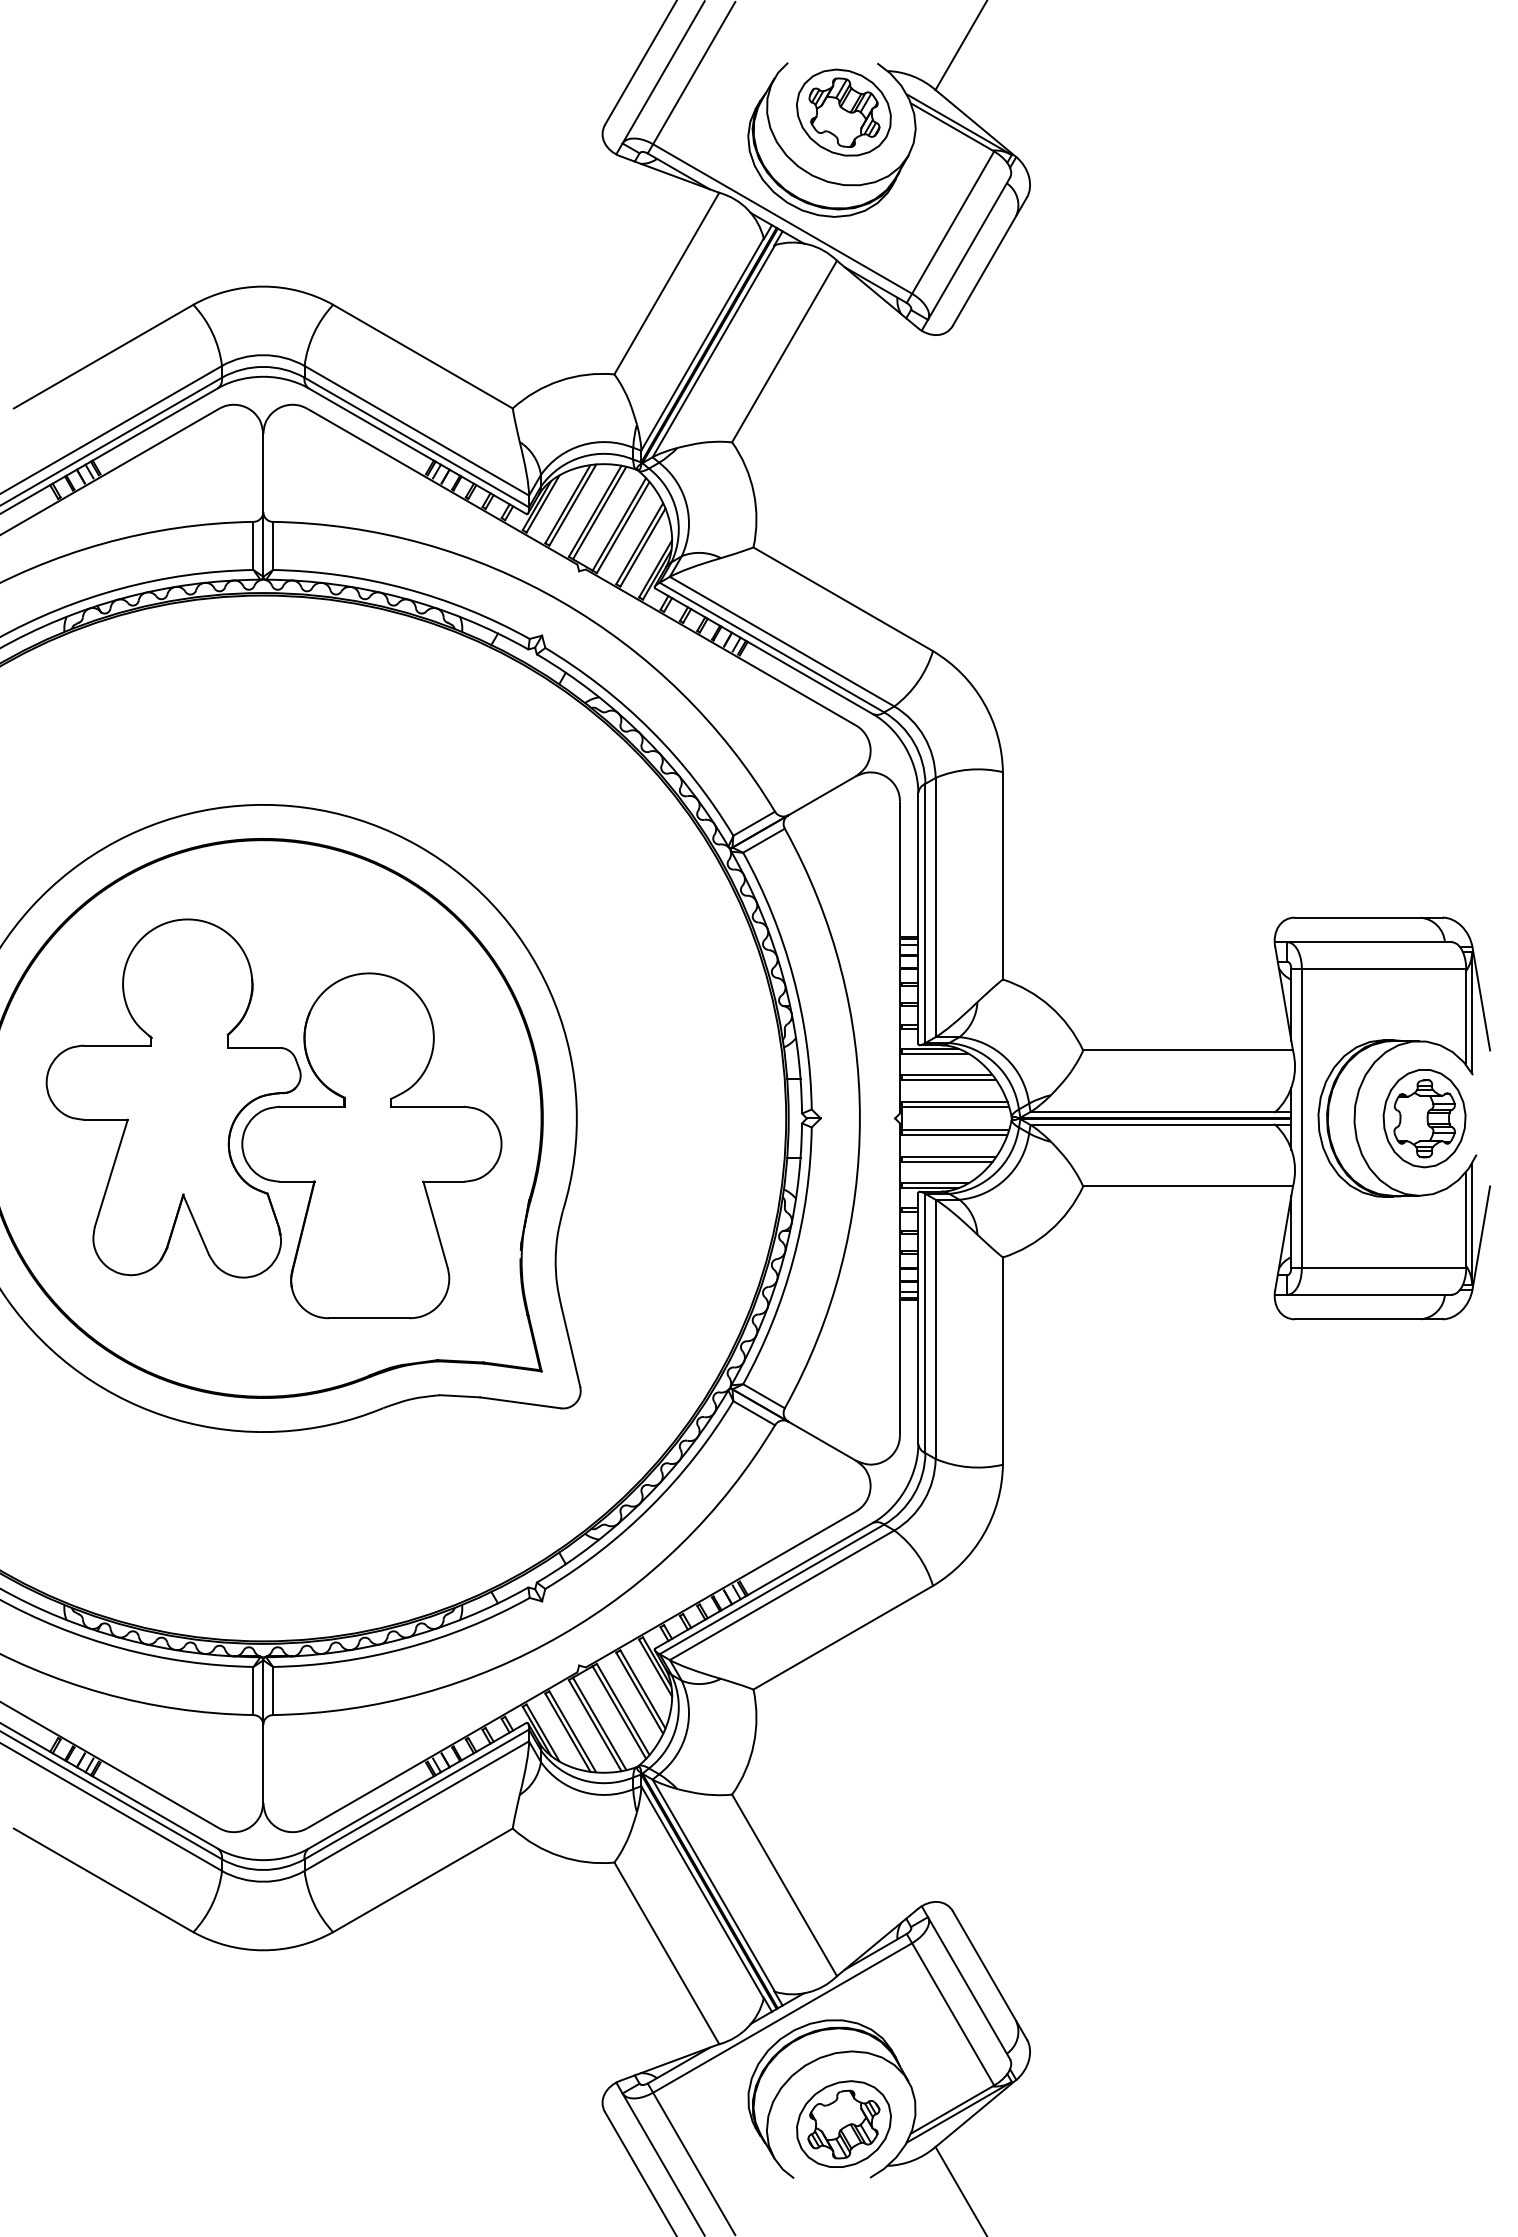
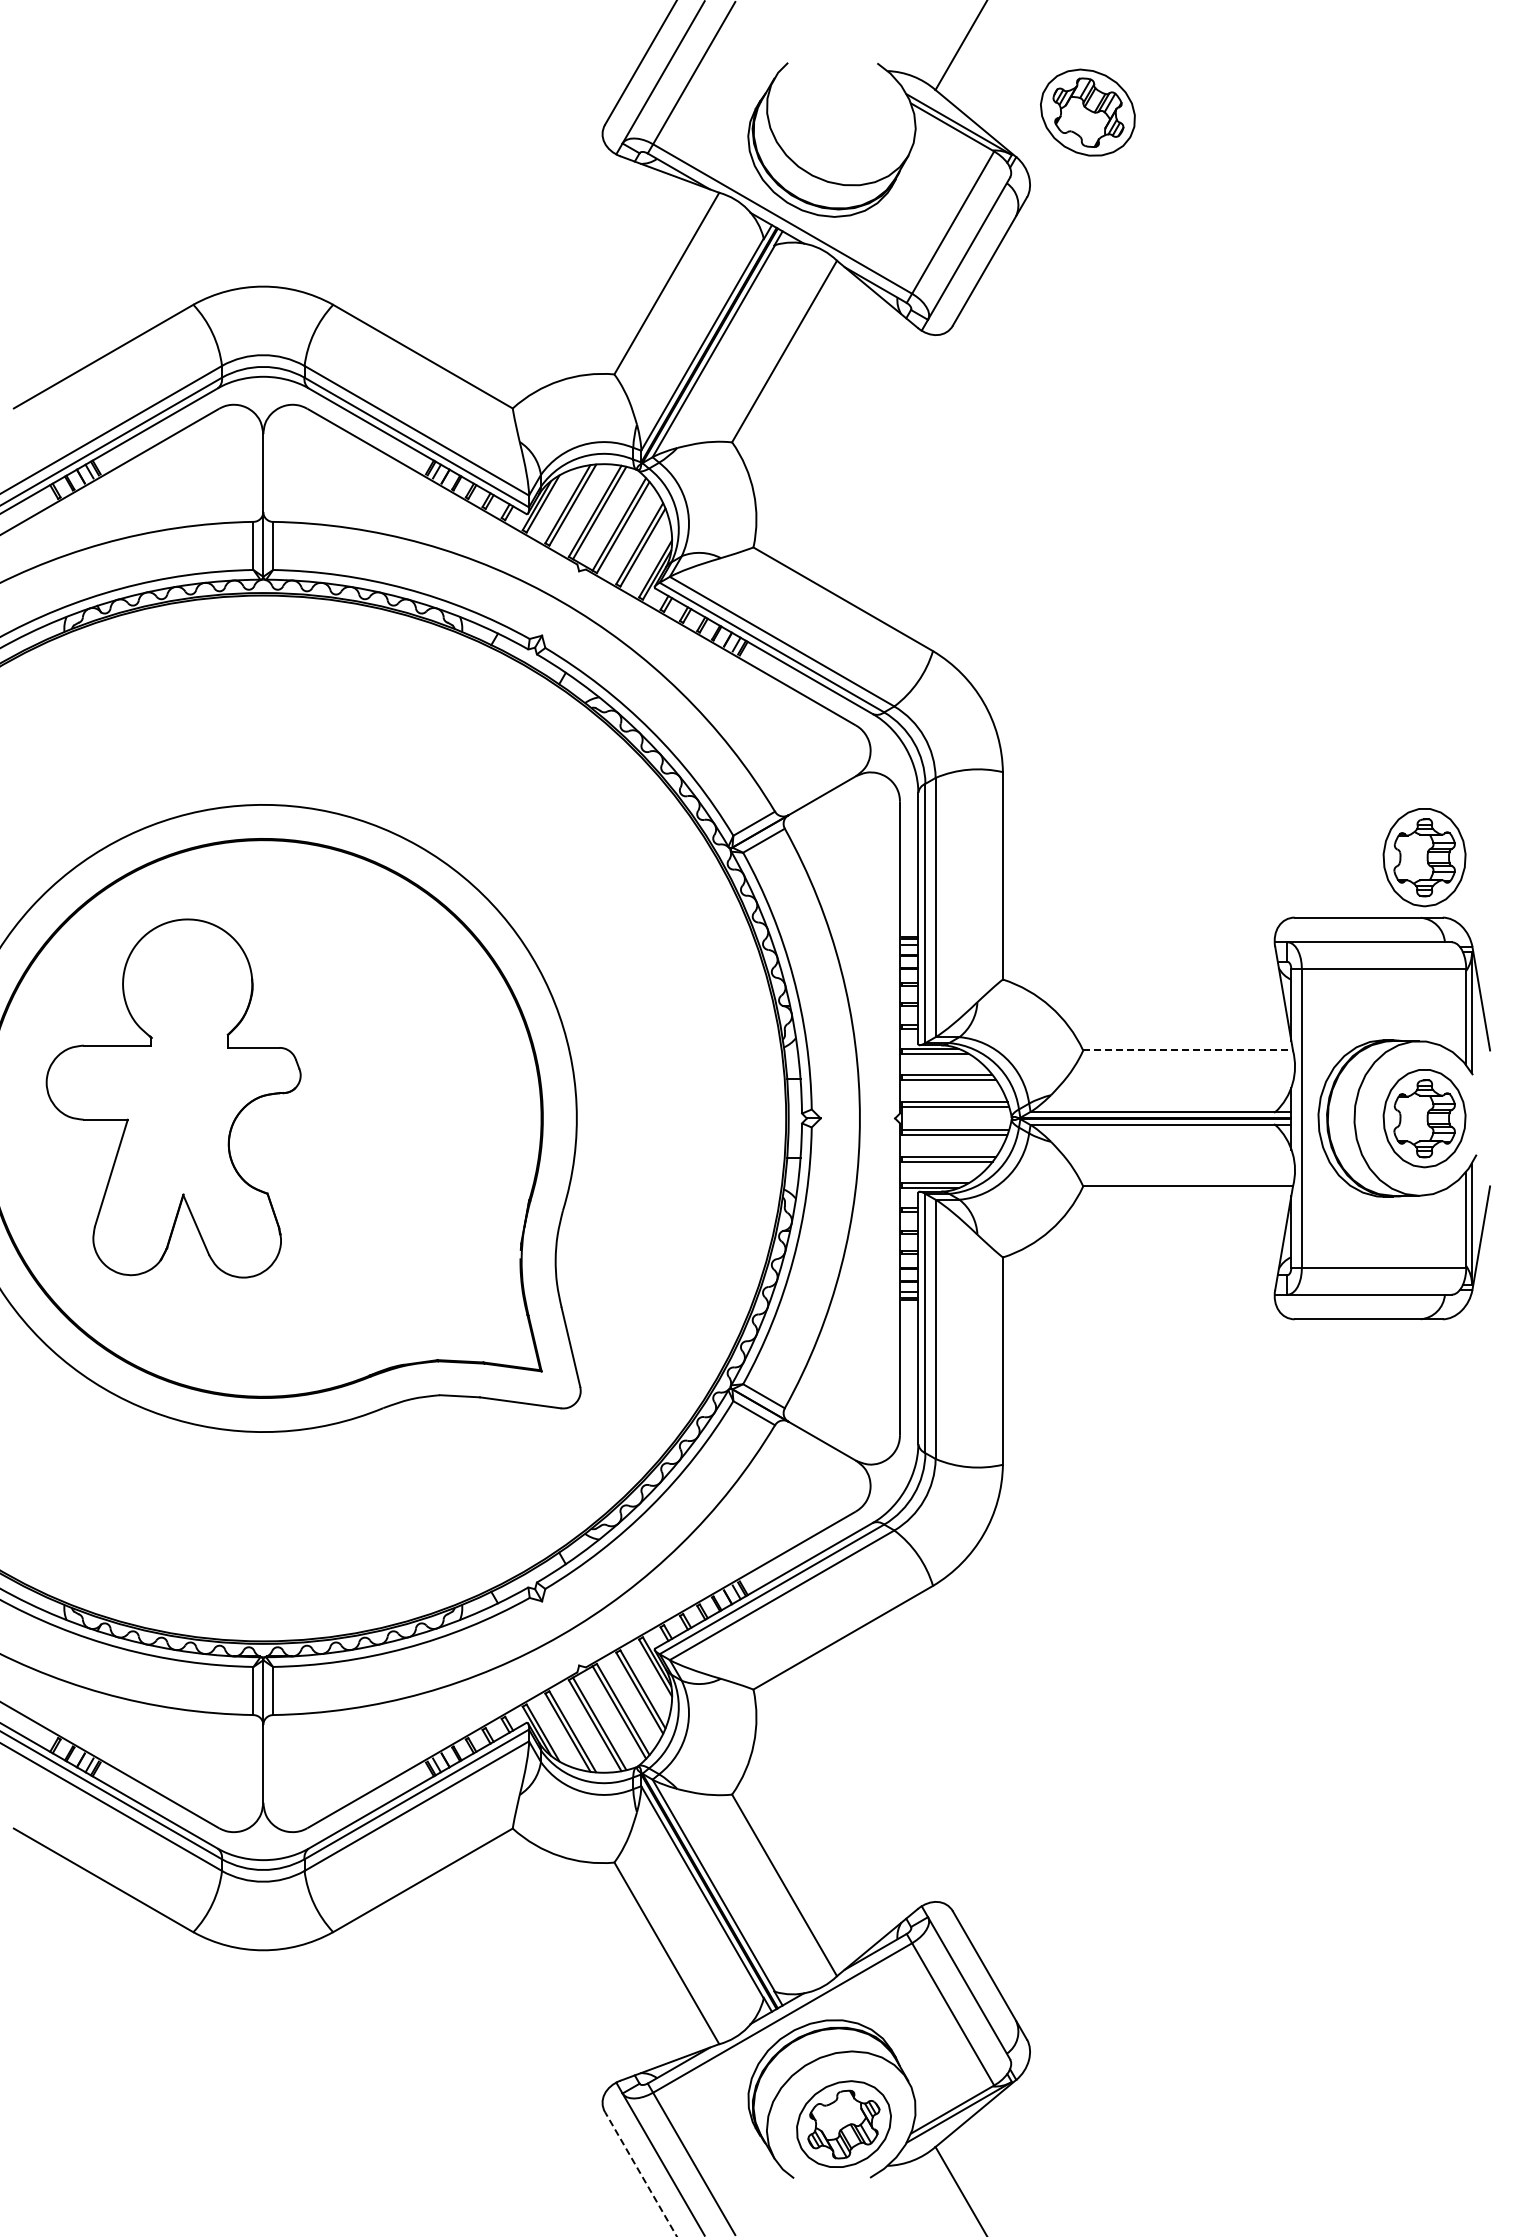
part at (843, 112) position: (843, 112) -> (1087, 112)
part at (1424, 857): none -> present
line at (1188, 1050): solid -> dashed
part at (371, 1145): present -> none
line at (641, 2174): solid -> dashed
